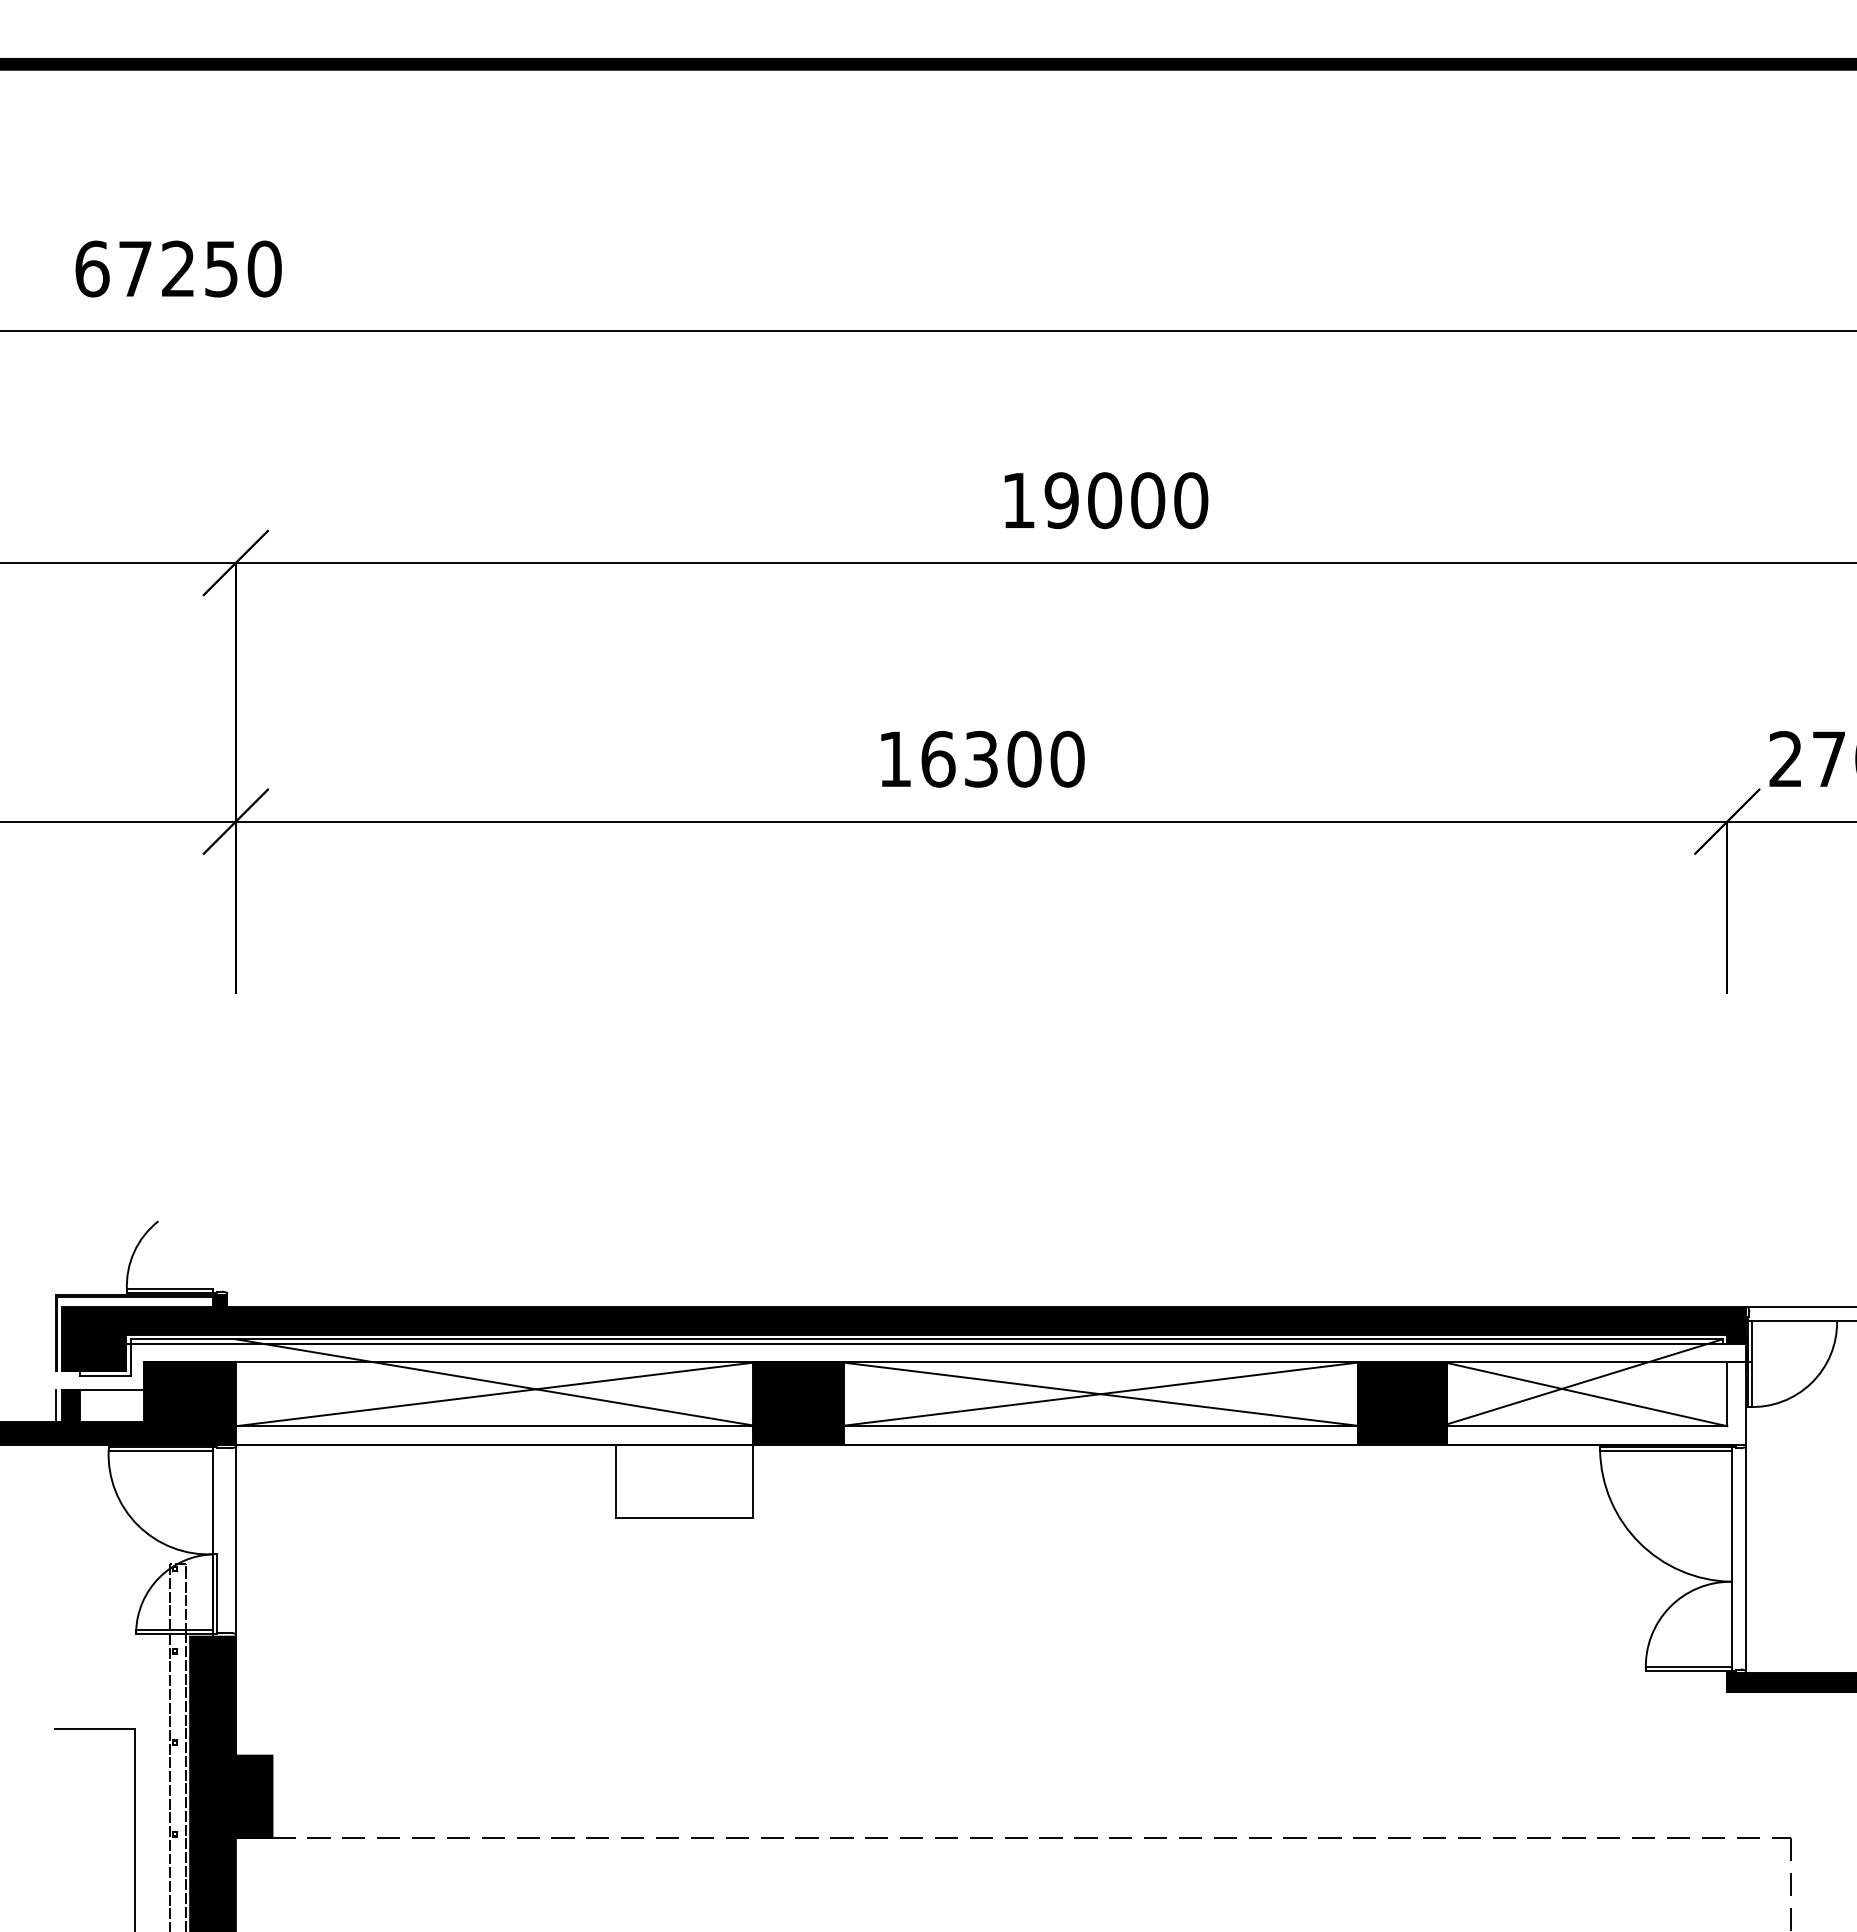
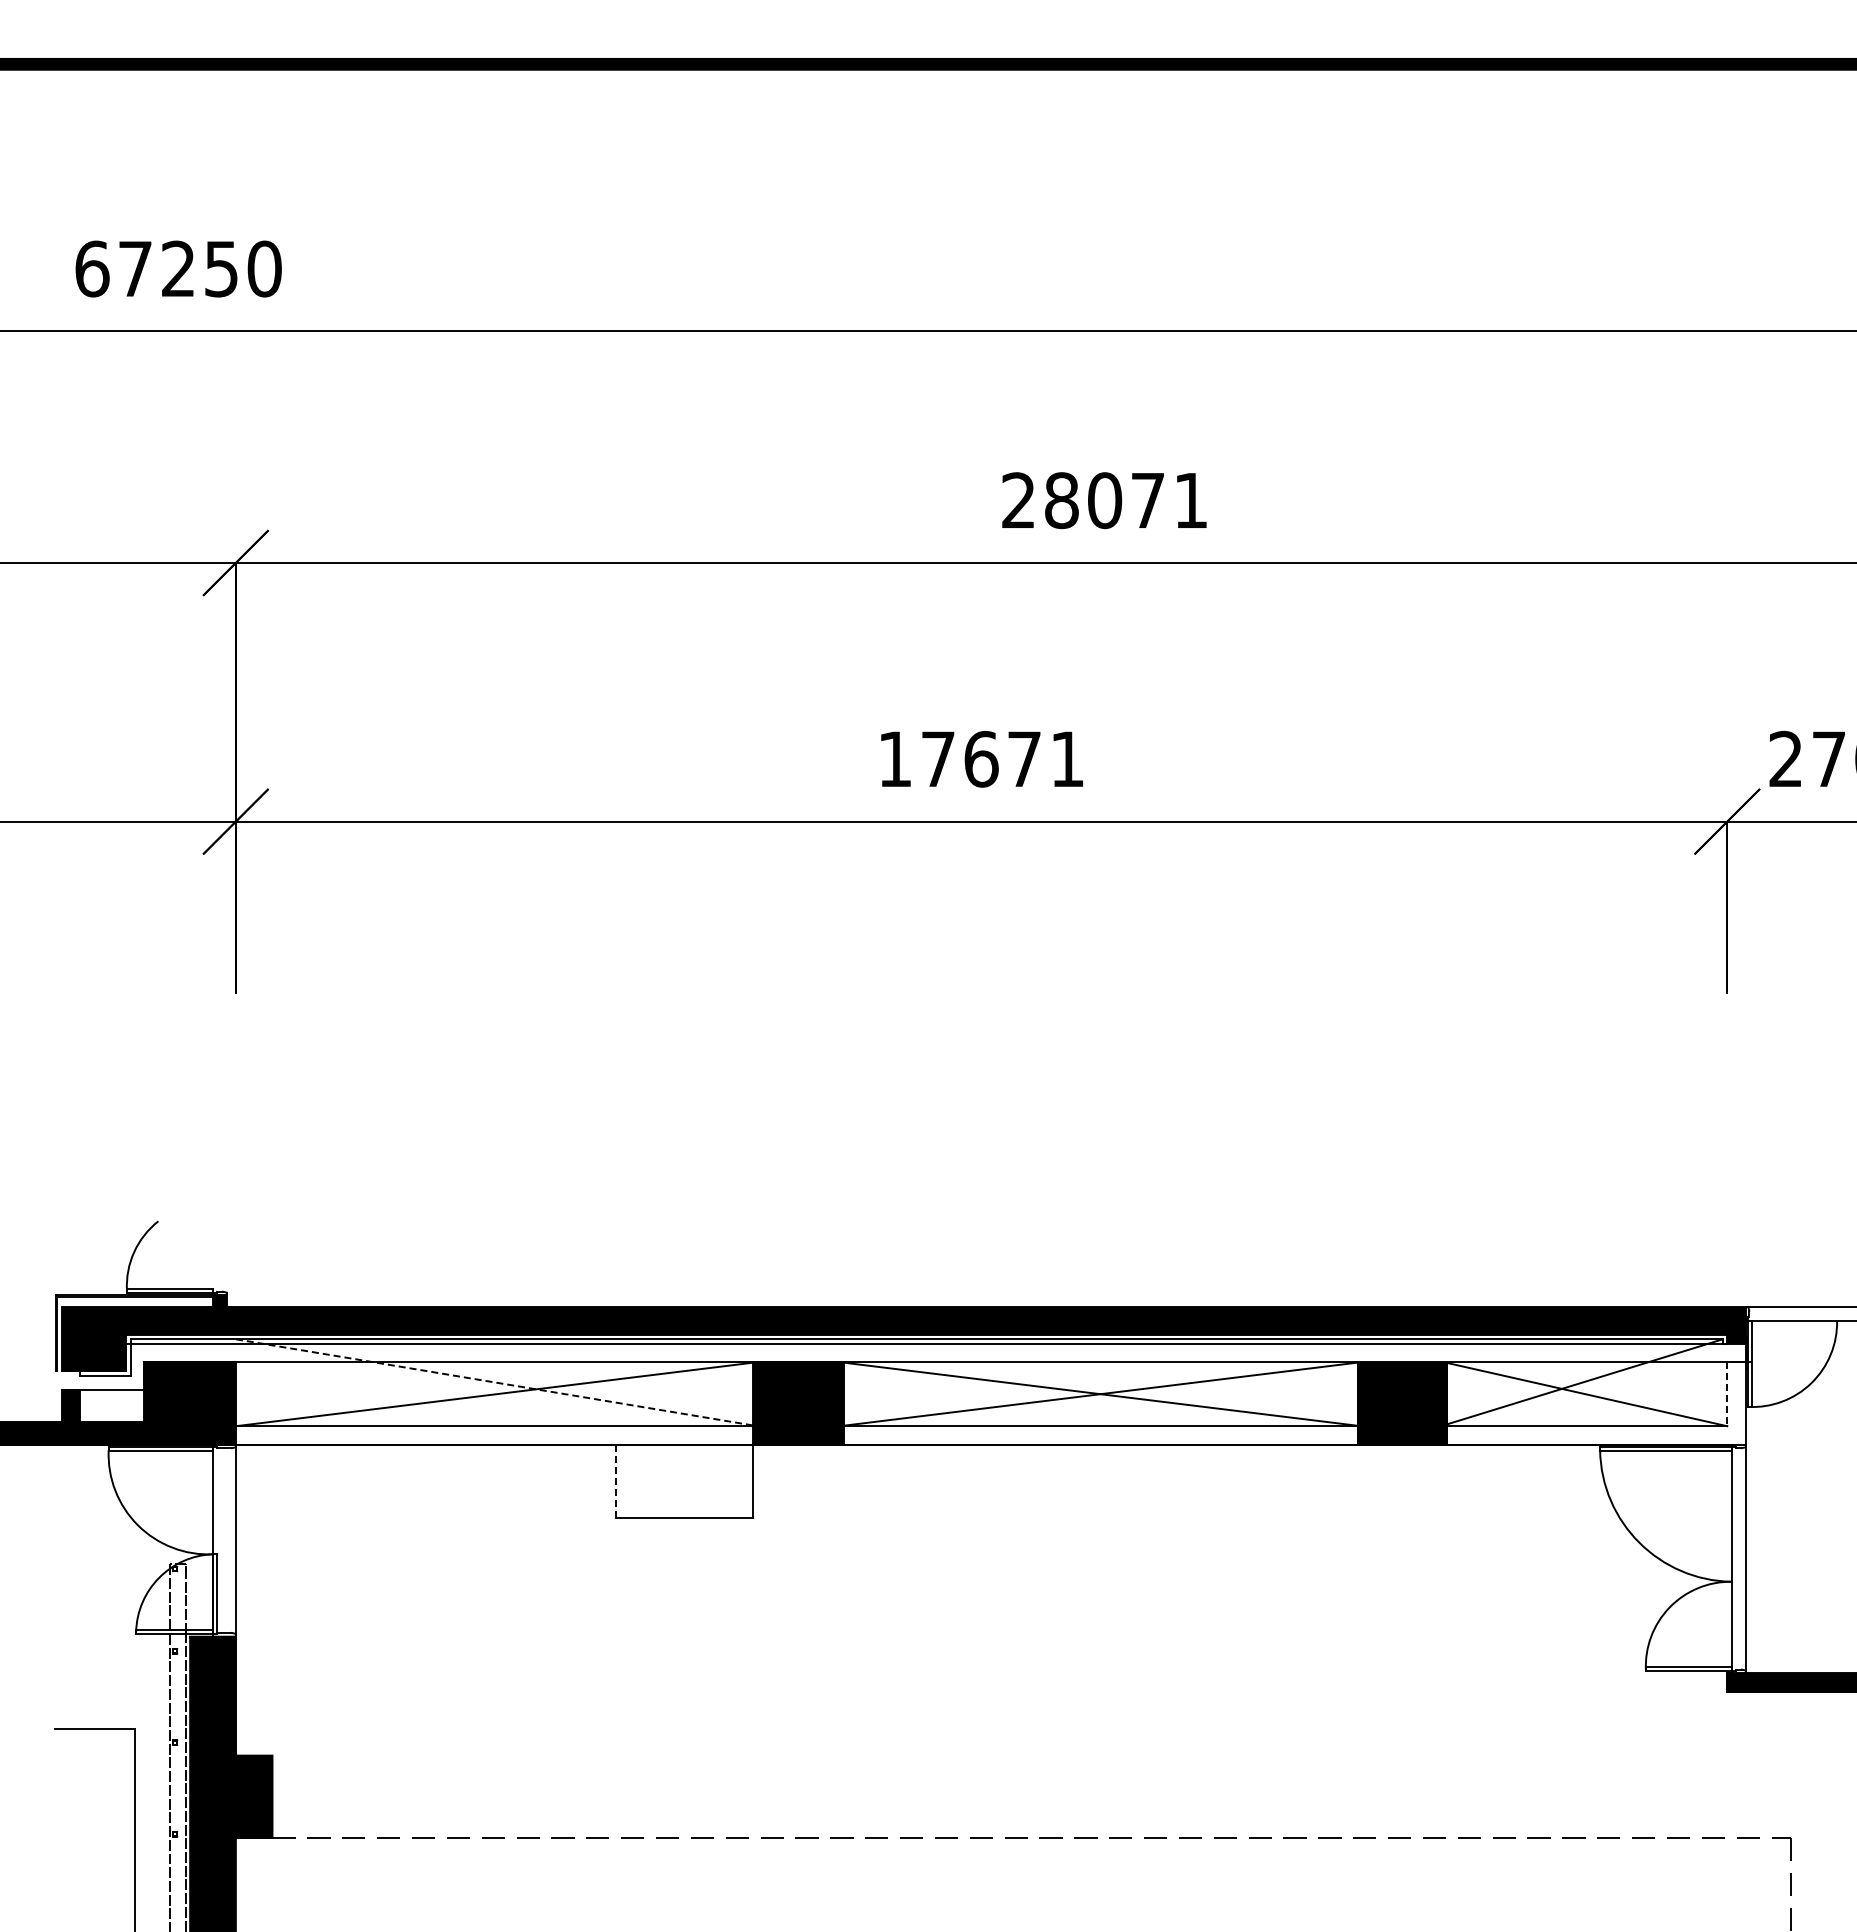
text at (1105, 500): 19000 -> 28071
text at (1002, 758): 16300 -> 17671
line at (493, 1382): solid -> dashed
line at (1727, 1394): solid -> dashed
line at (55, 1405): present -> none
line at (615, 1481): solid -> dashed
